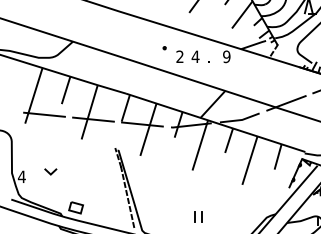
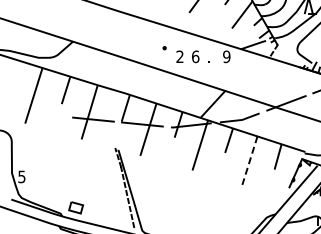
text at (195, 56): 4 -> 6
line at (44, 114): present -> none
line at (249, 161): solid -> dashed
line at (50, 172): present -> none
text at (21, 176): 4 -> 5
part at (198, 216): present -> none
